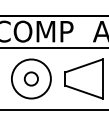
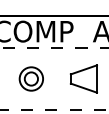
line at (54, 48): solid -> dashed
circle at (30, 78) diameter: 39 px -> 23 px
part at (83, 78) size: 40x42 px -> 29x30 px
line at (54, 109): solid -> dashed
